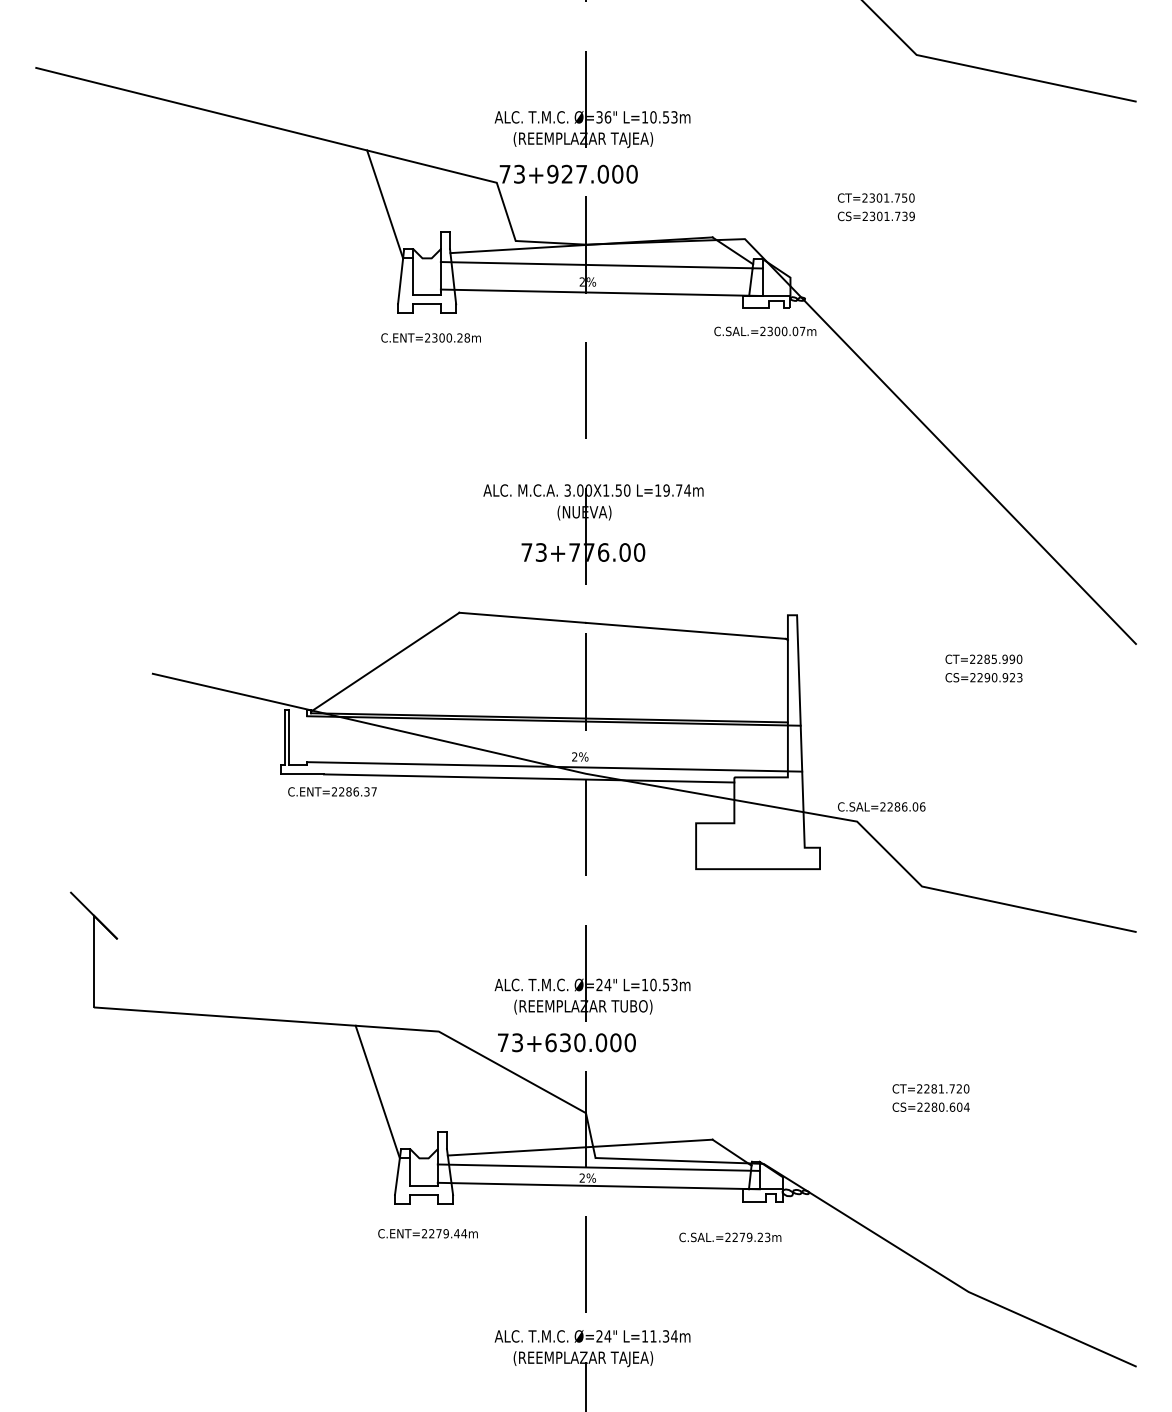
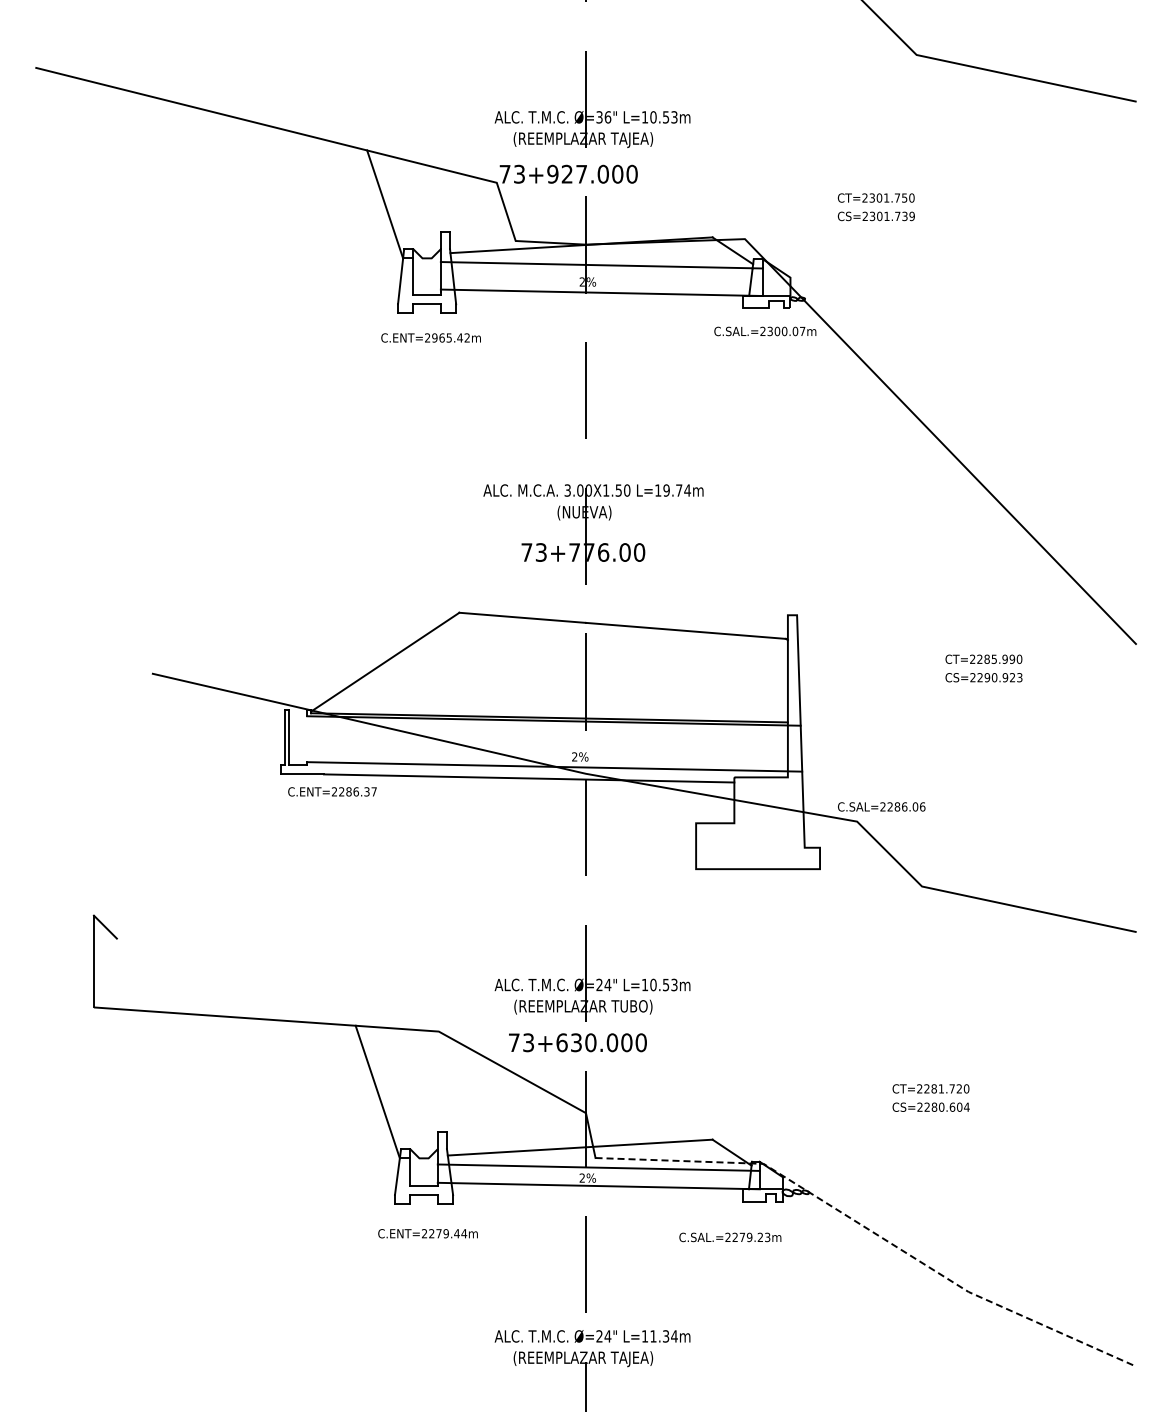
text at (450, 337): C.ENT=2300.28m -> C.ENT=2965.42m
line at (93, 915): present -> none
text at (566, 1042) position: (566, 1042) -> (577, 1042)
line at (872, 1232): solid -> dashed
